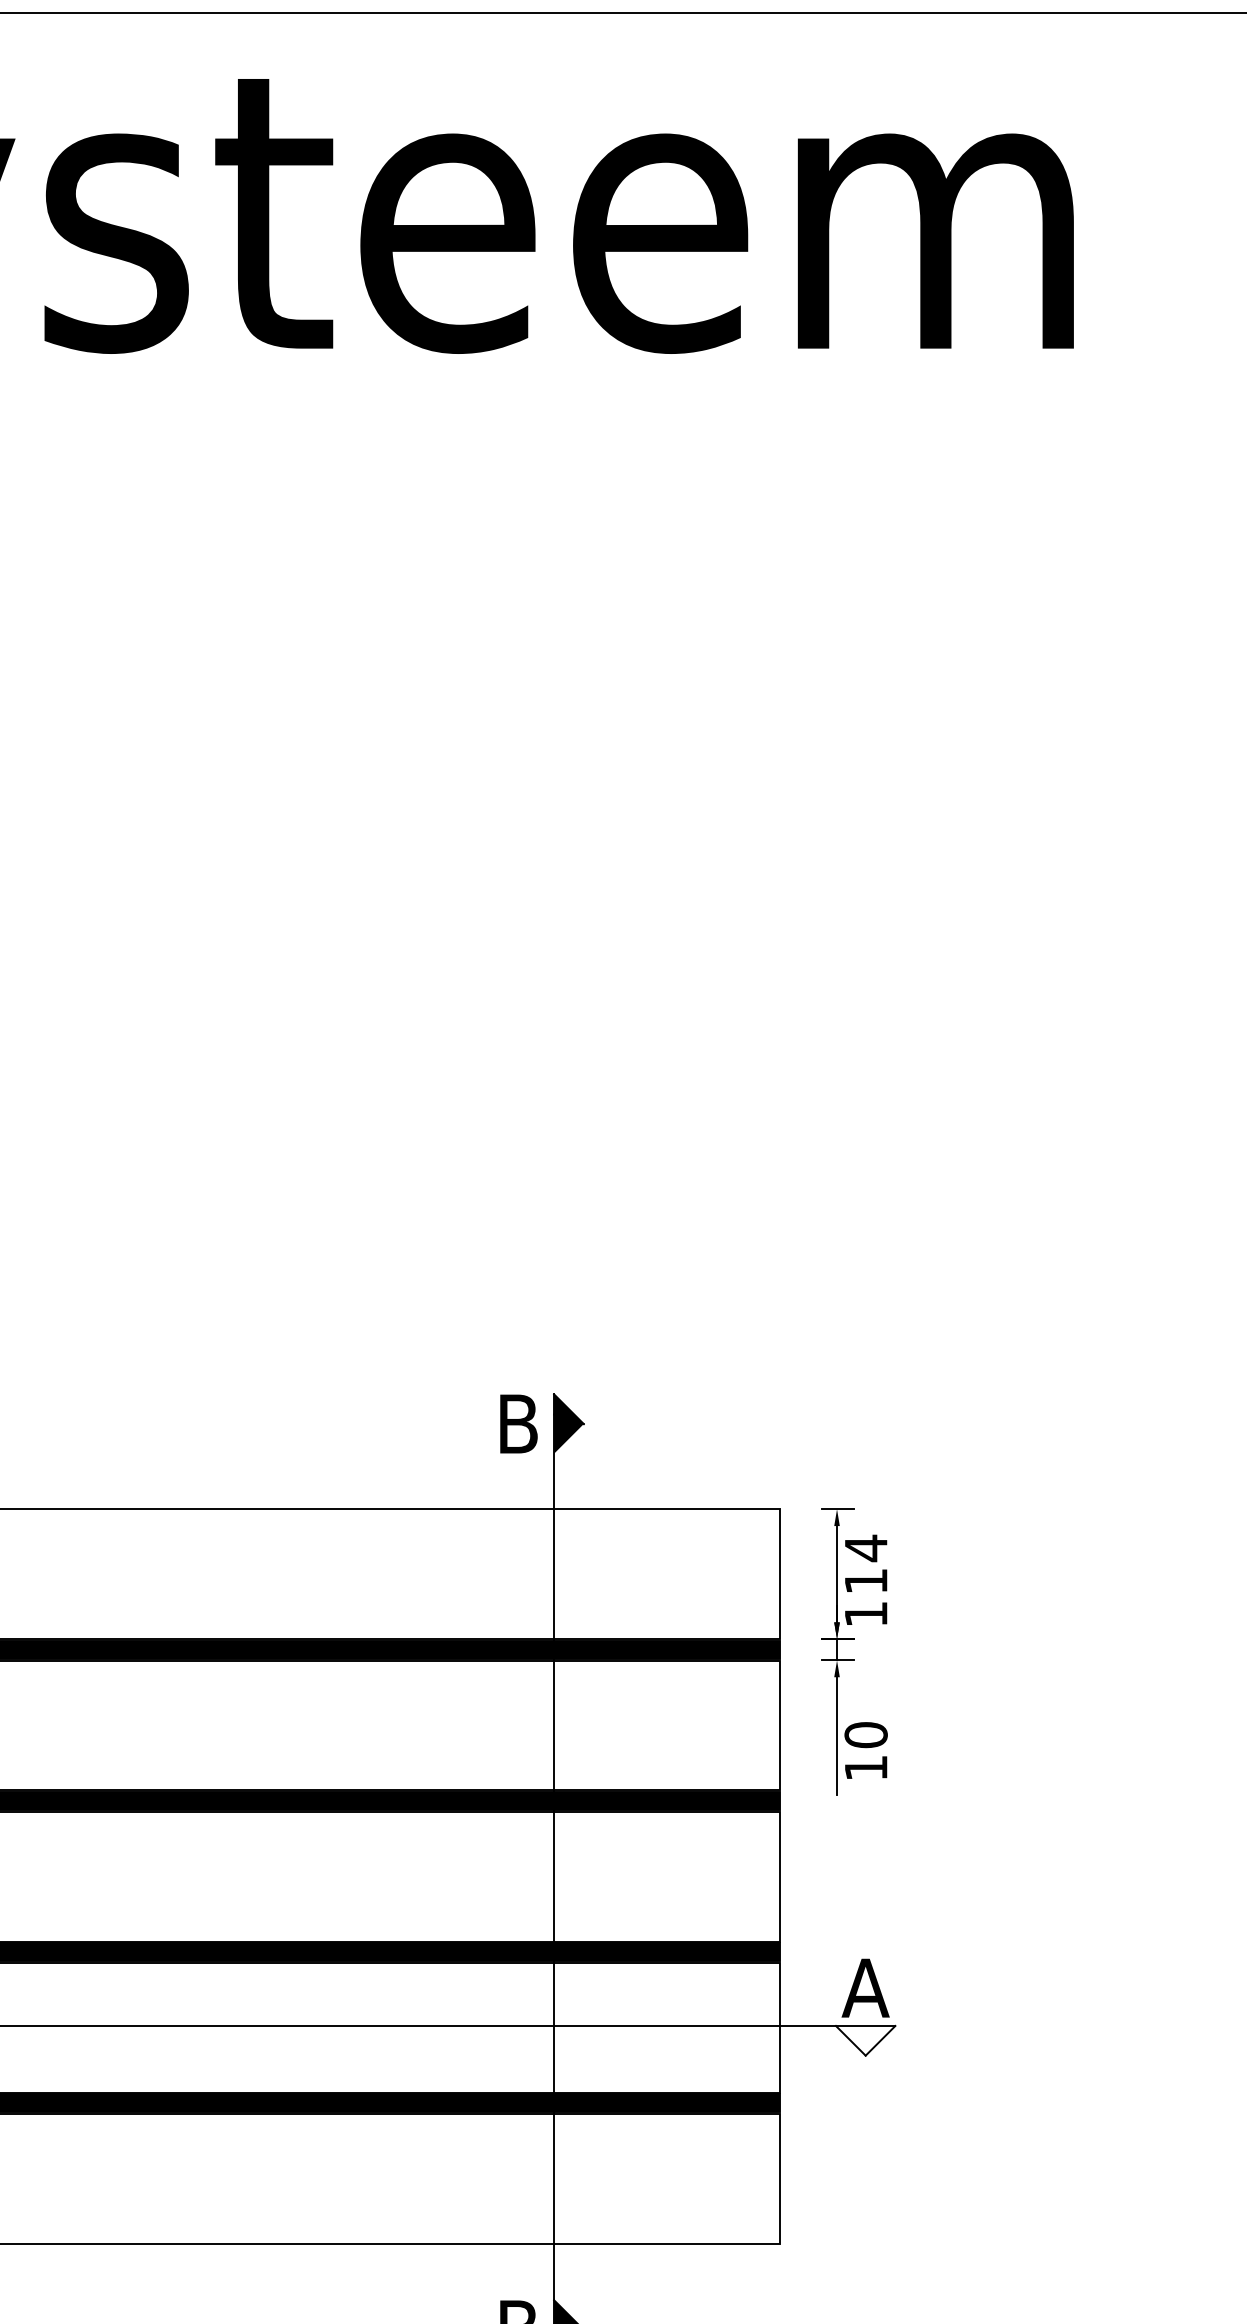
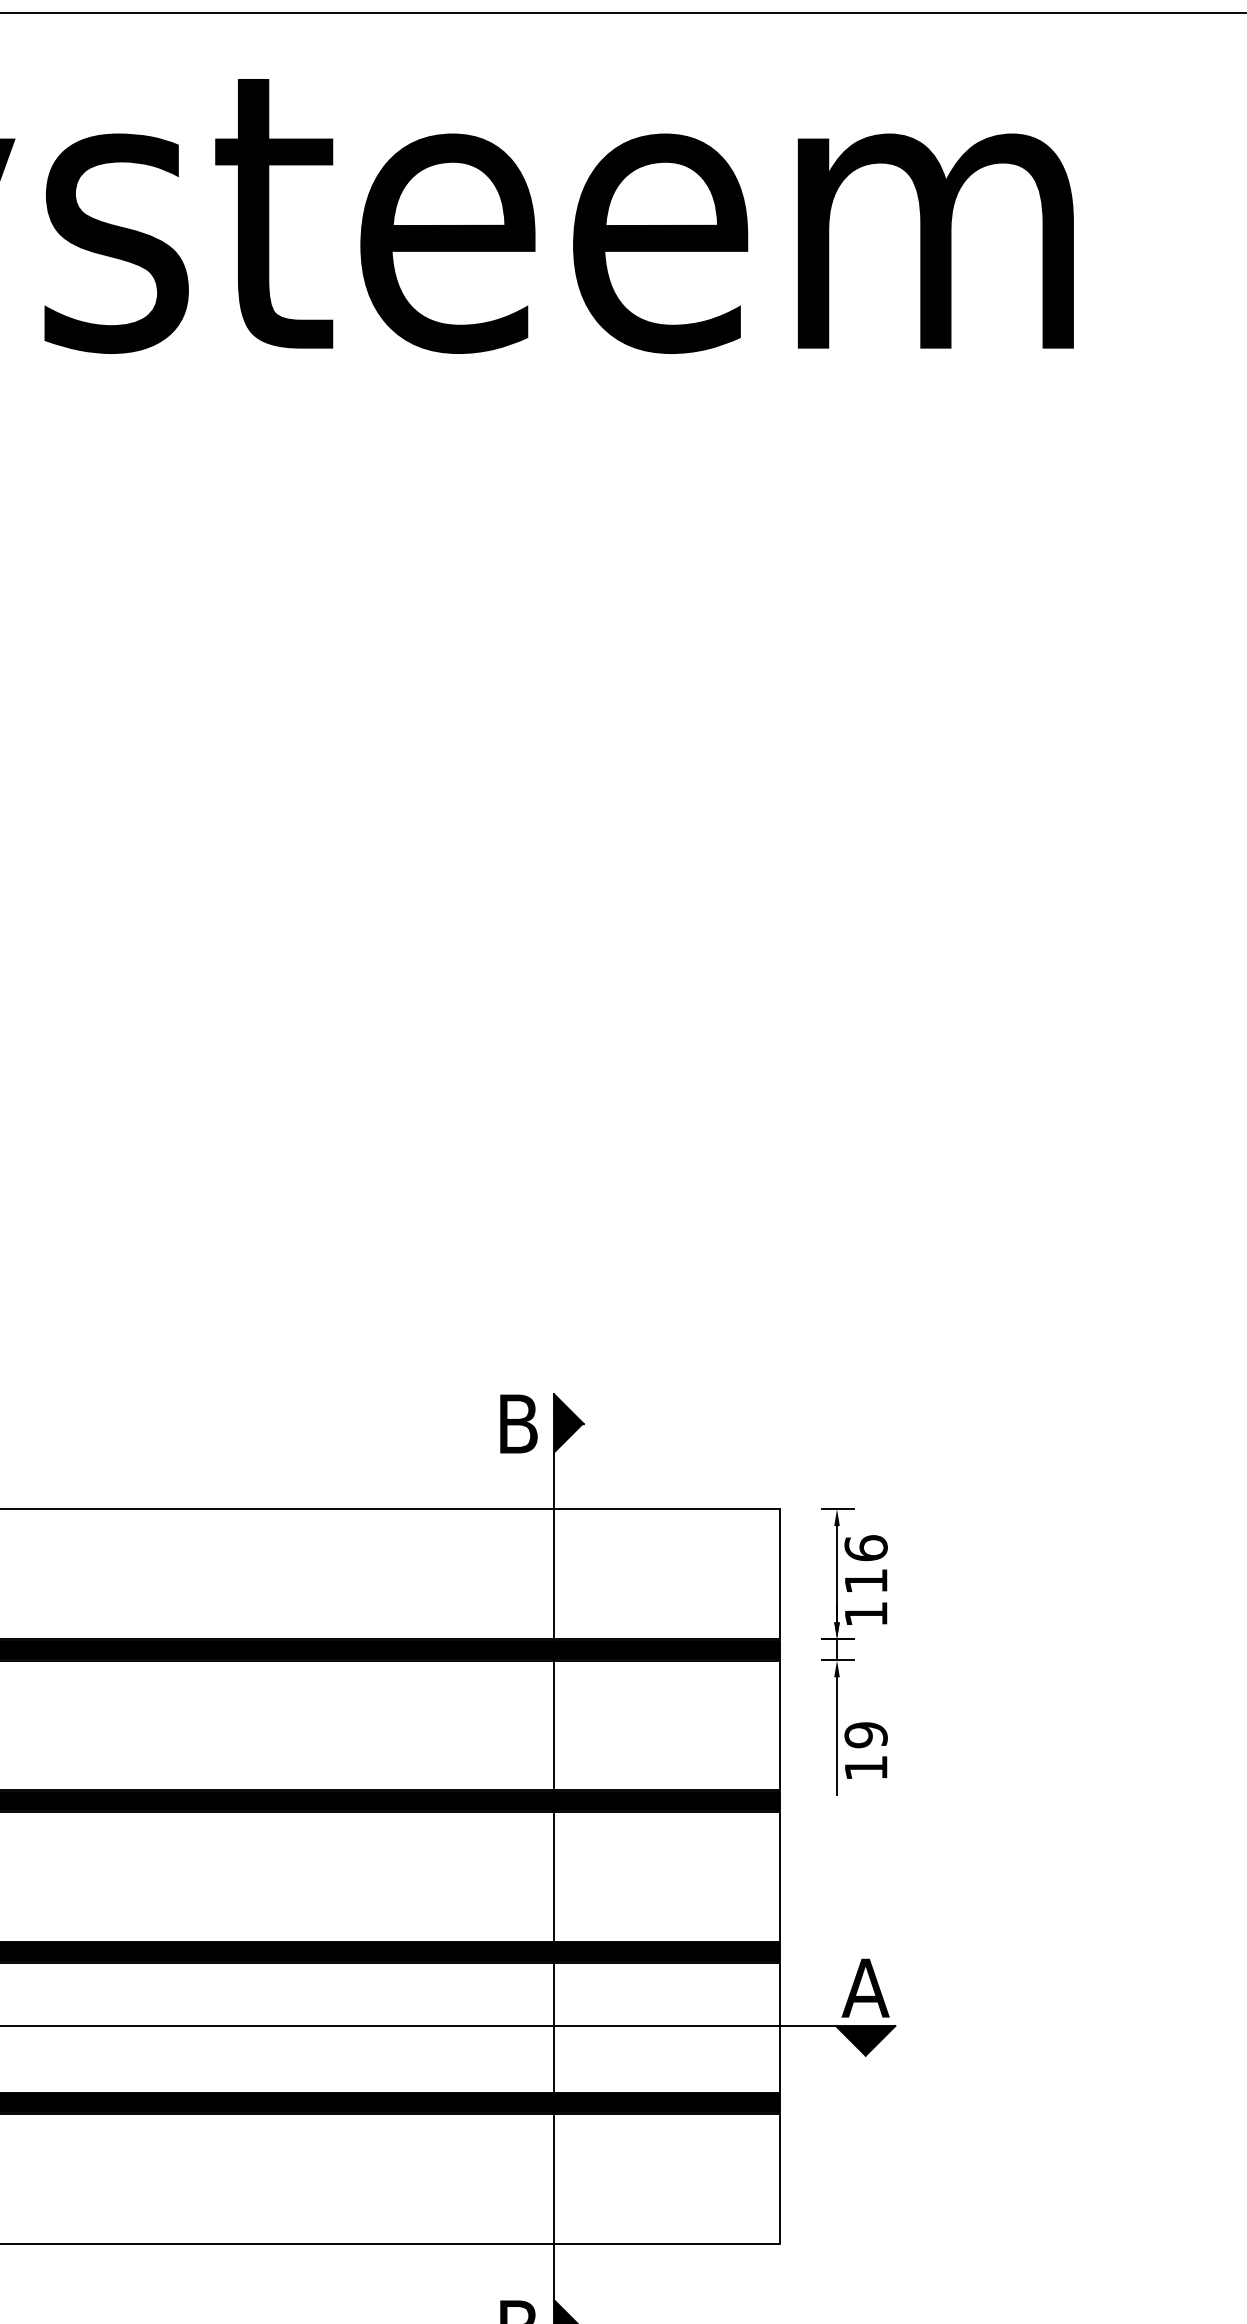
text at (865, 1548): 114 -> 116
text at (865, 1735): 10 -> 19
fill at (865, 2040): none -> present
